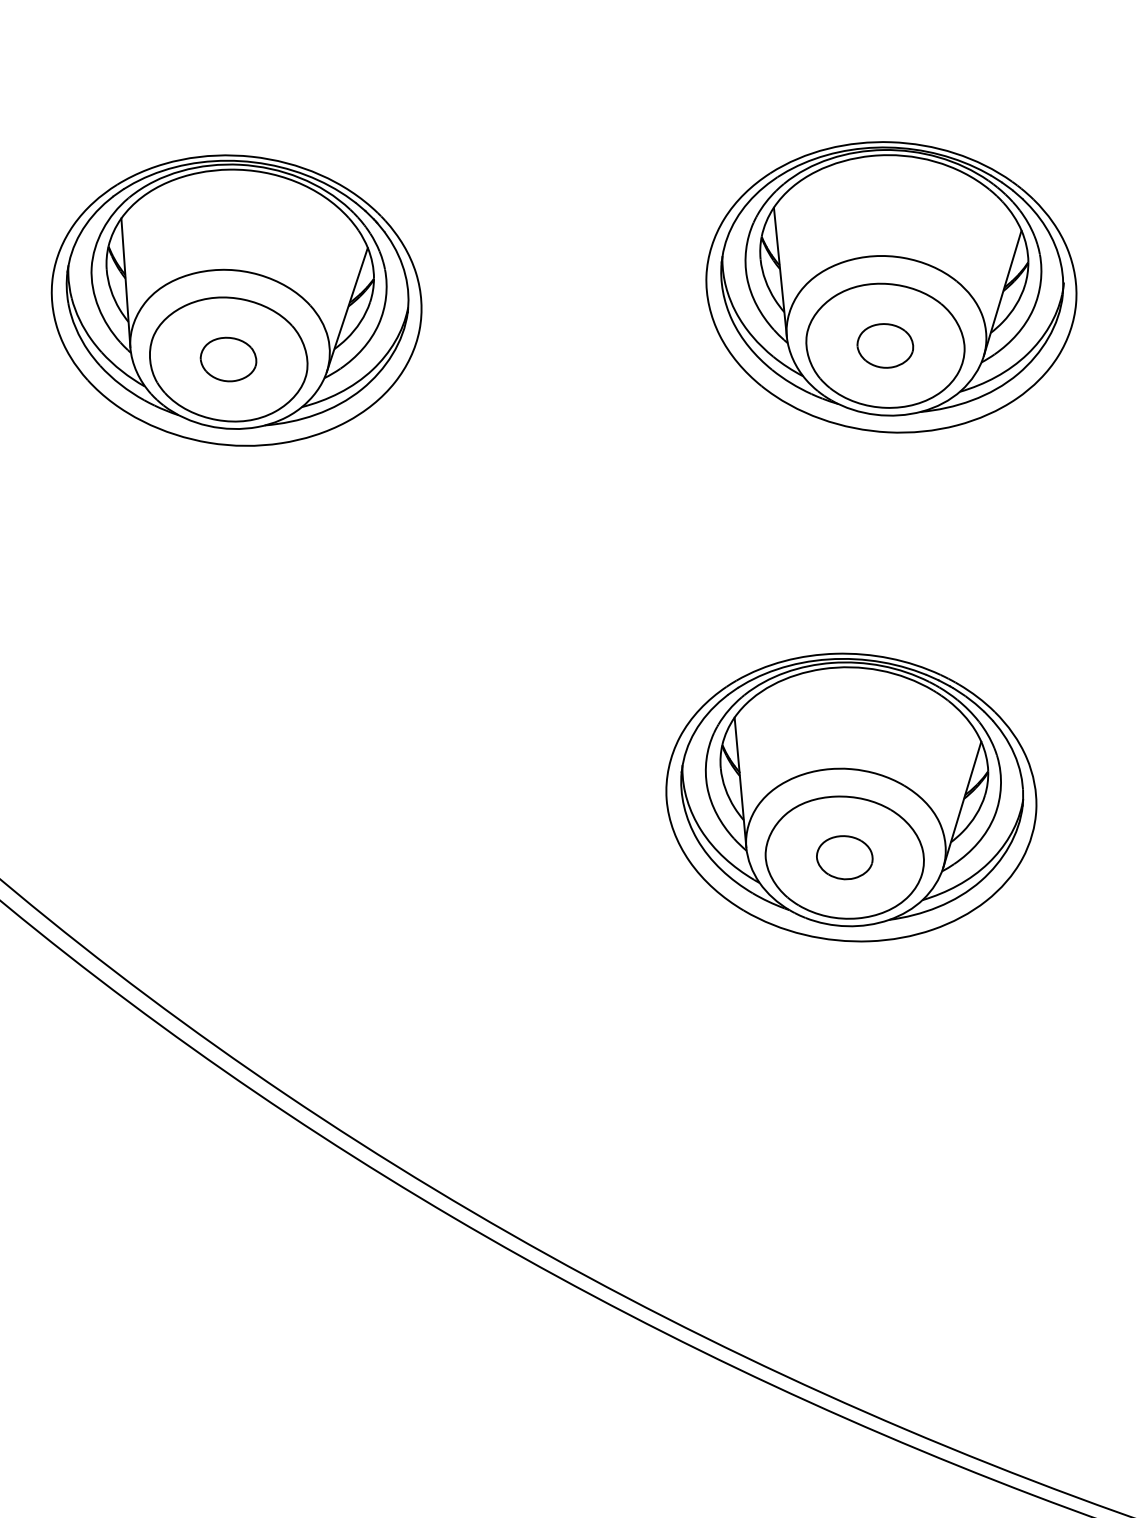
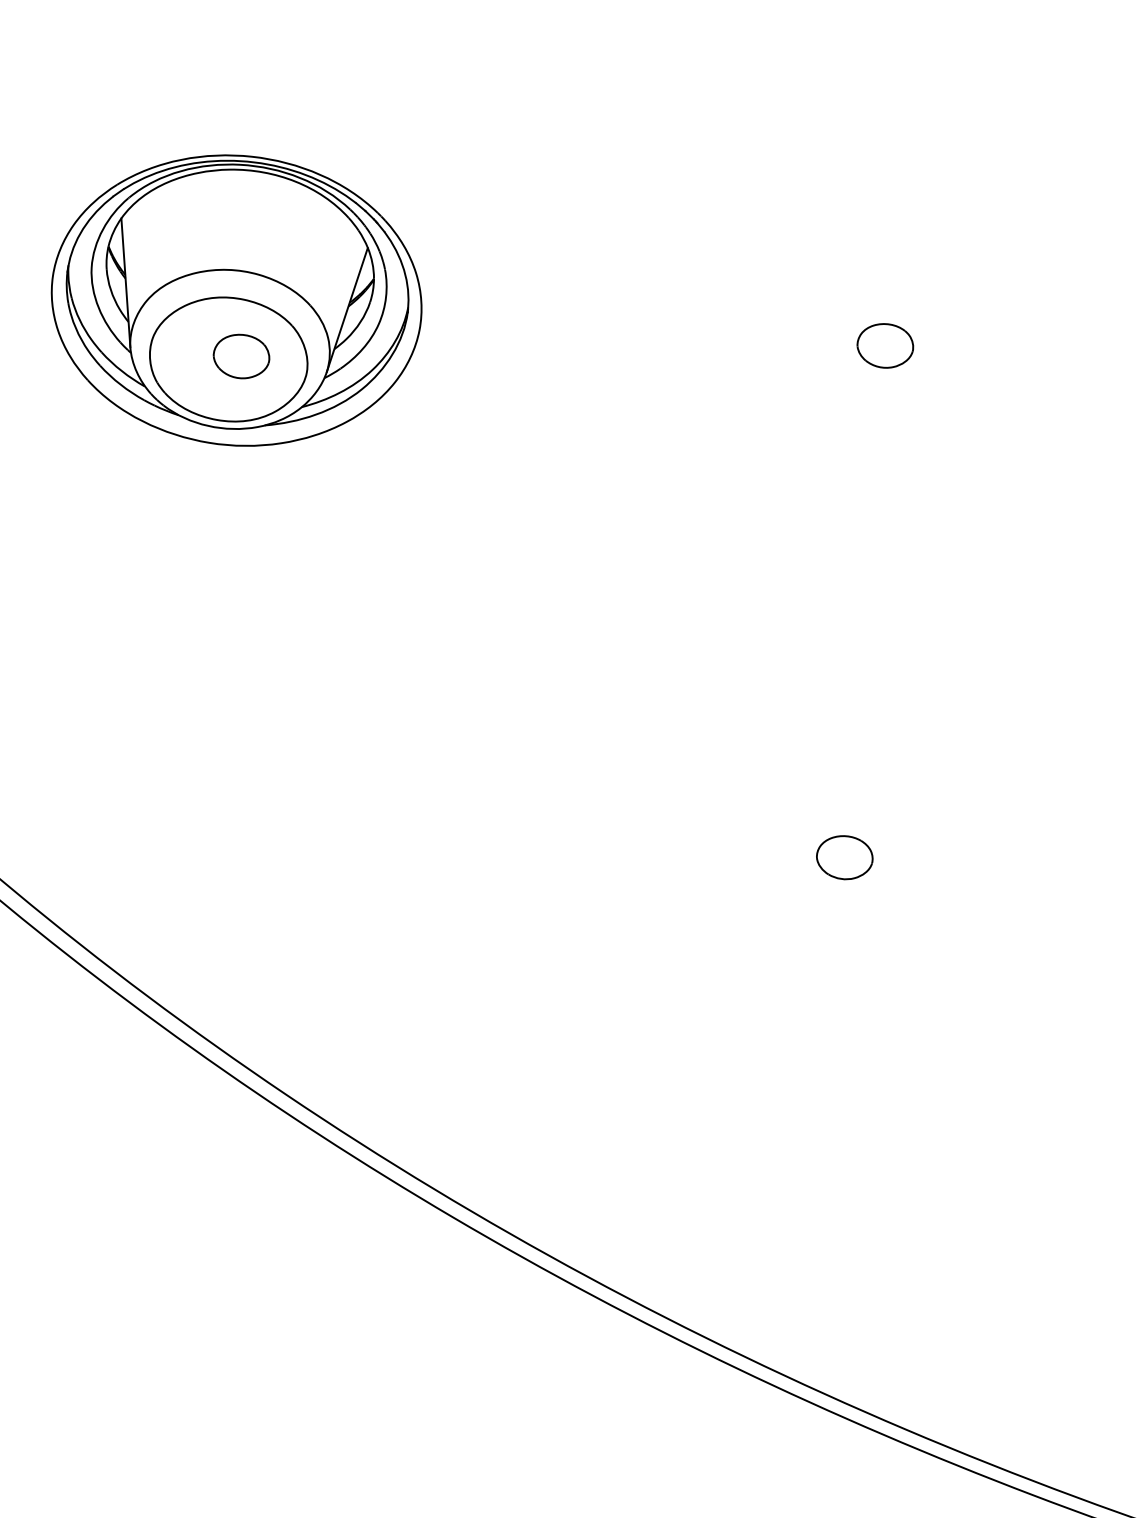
part at (891, 287): present -> none
part at (228, 359) position: (228, 359) -> (241, 356)
part at (851, 797): present -> none
